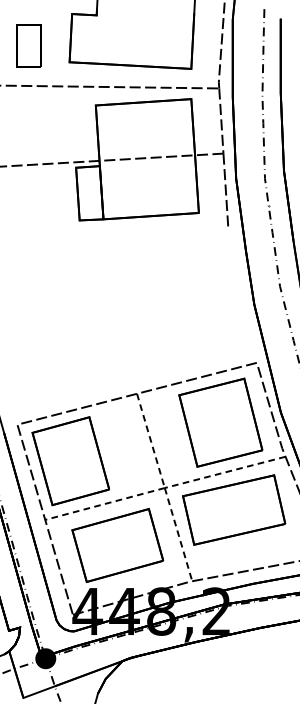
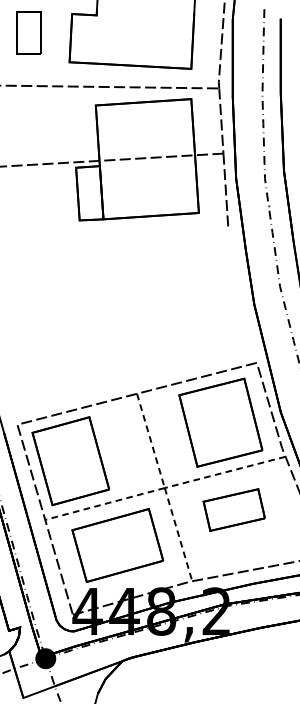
part at (28, 45) position: (28, 45) -> (28, 32)
part at (234, 509) size: 105x72 px -> 64x44 px
